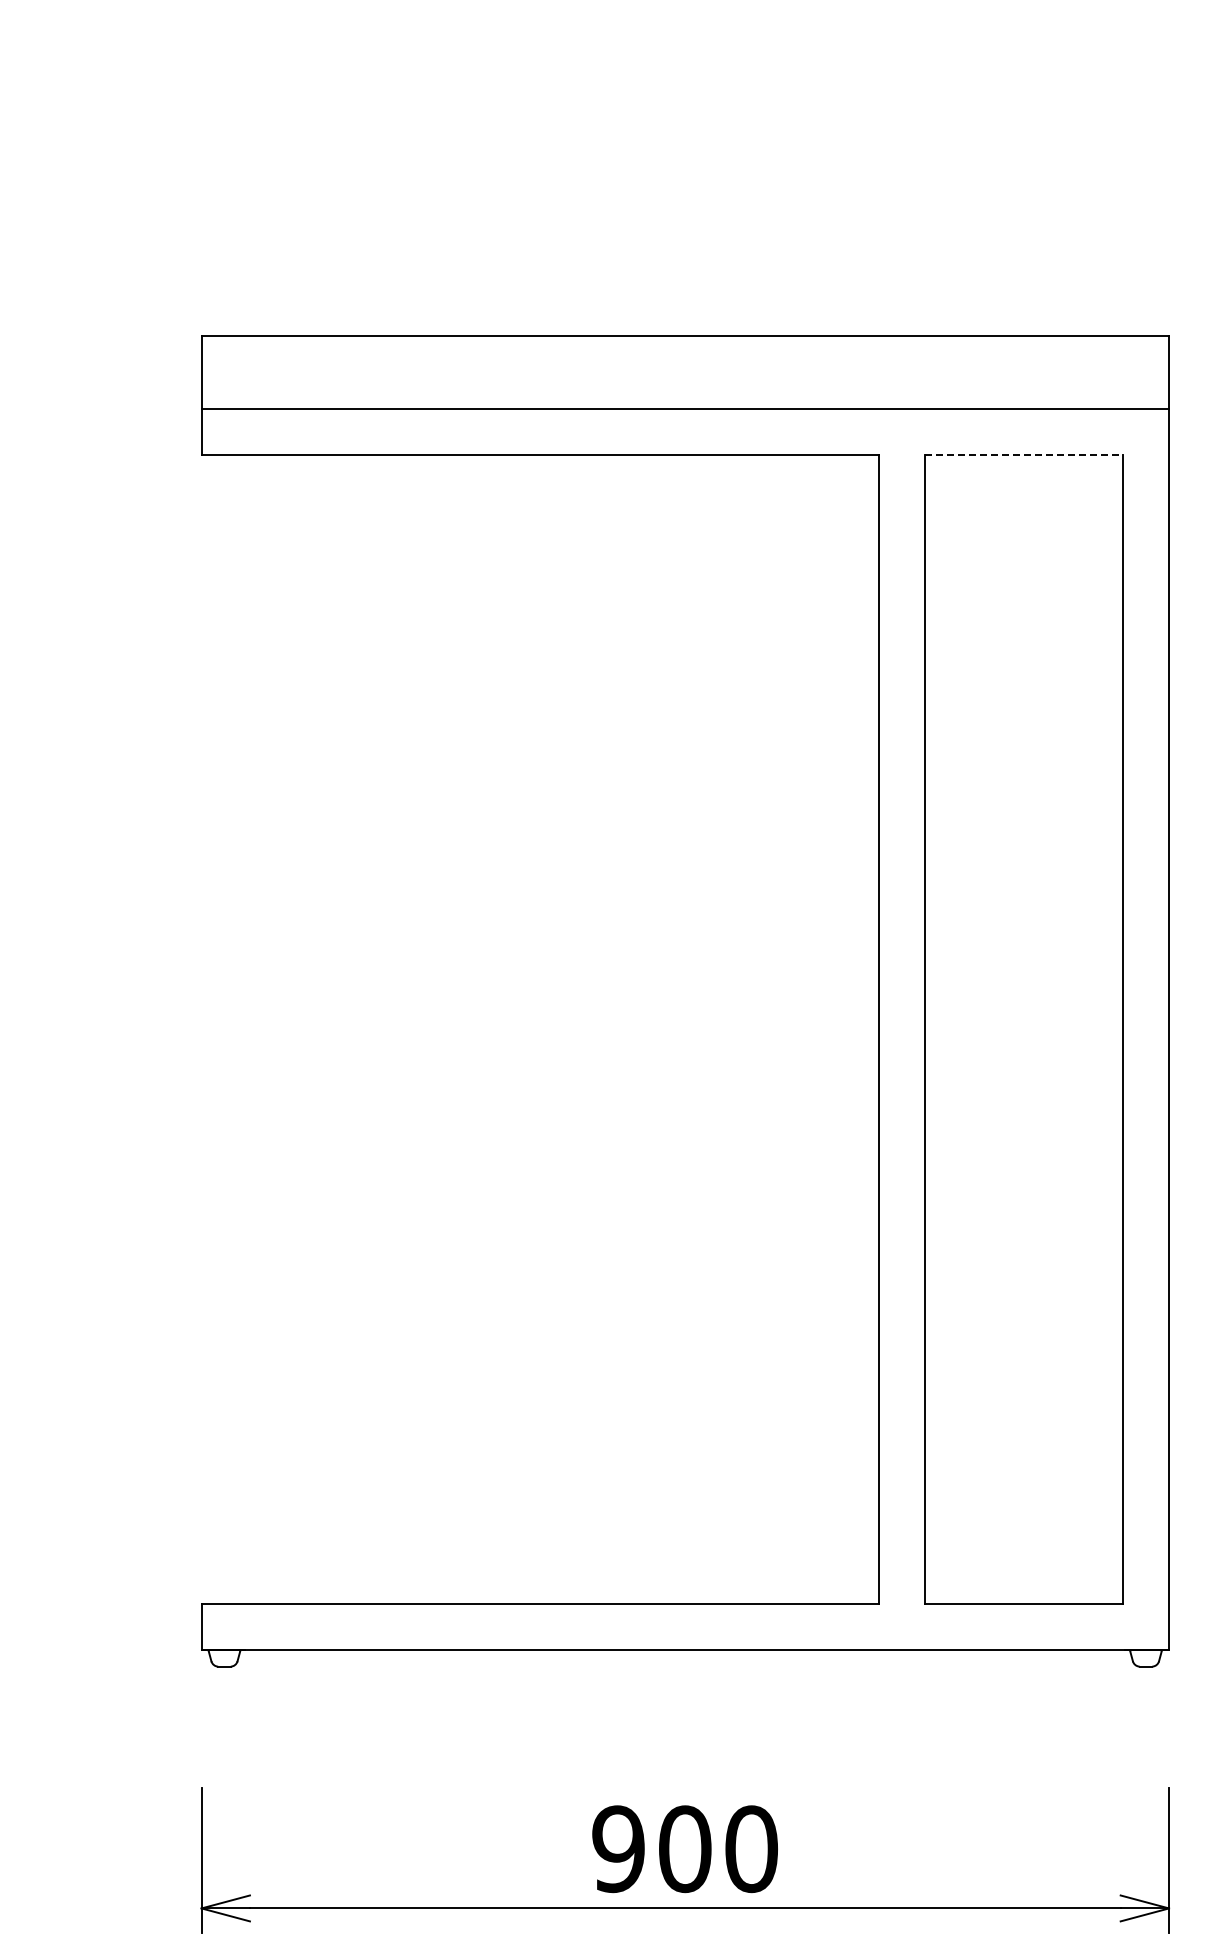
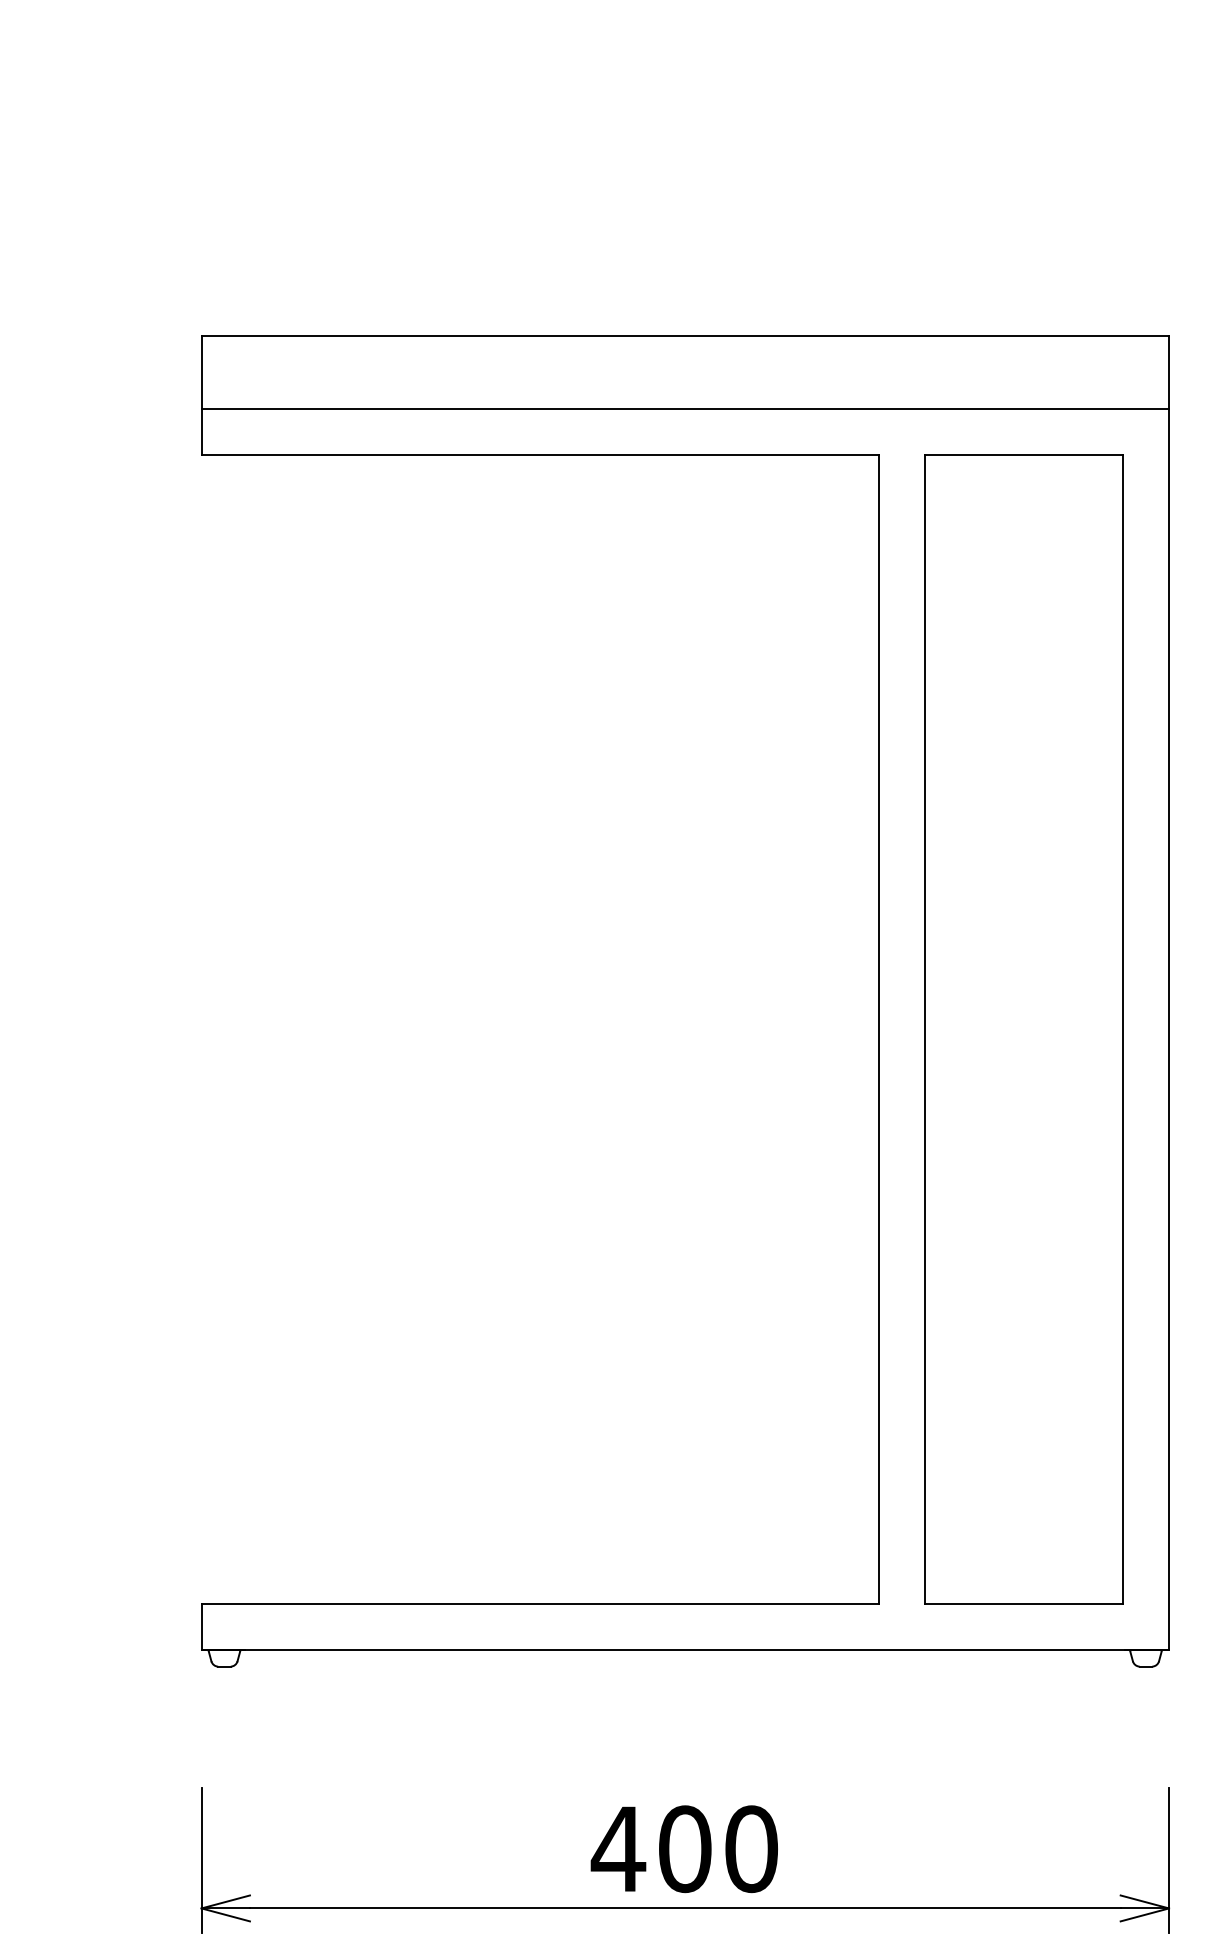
line at (1024, 454): dashed -> solid
text at (618, 1849): 900 -> 400
